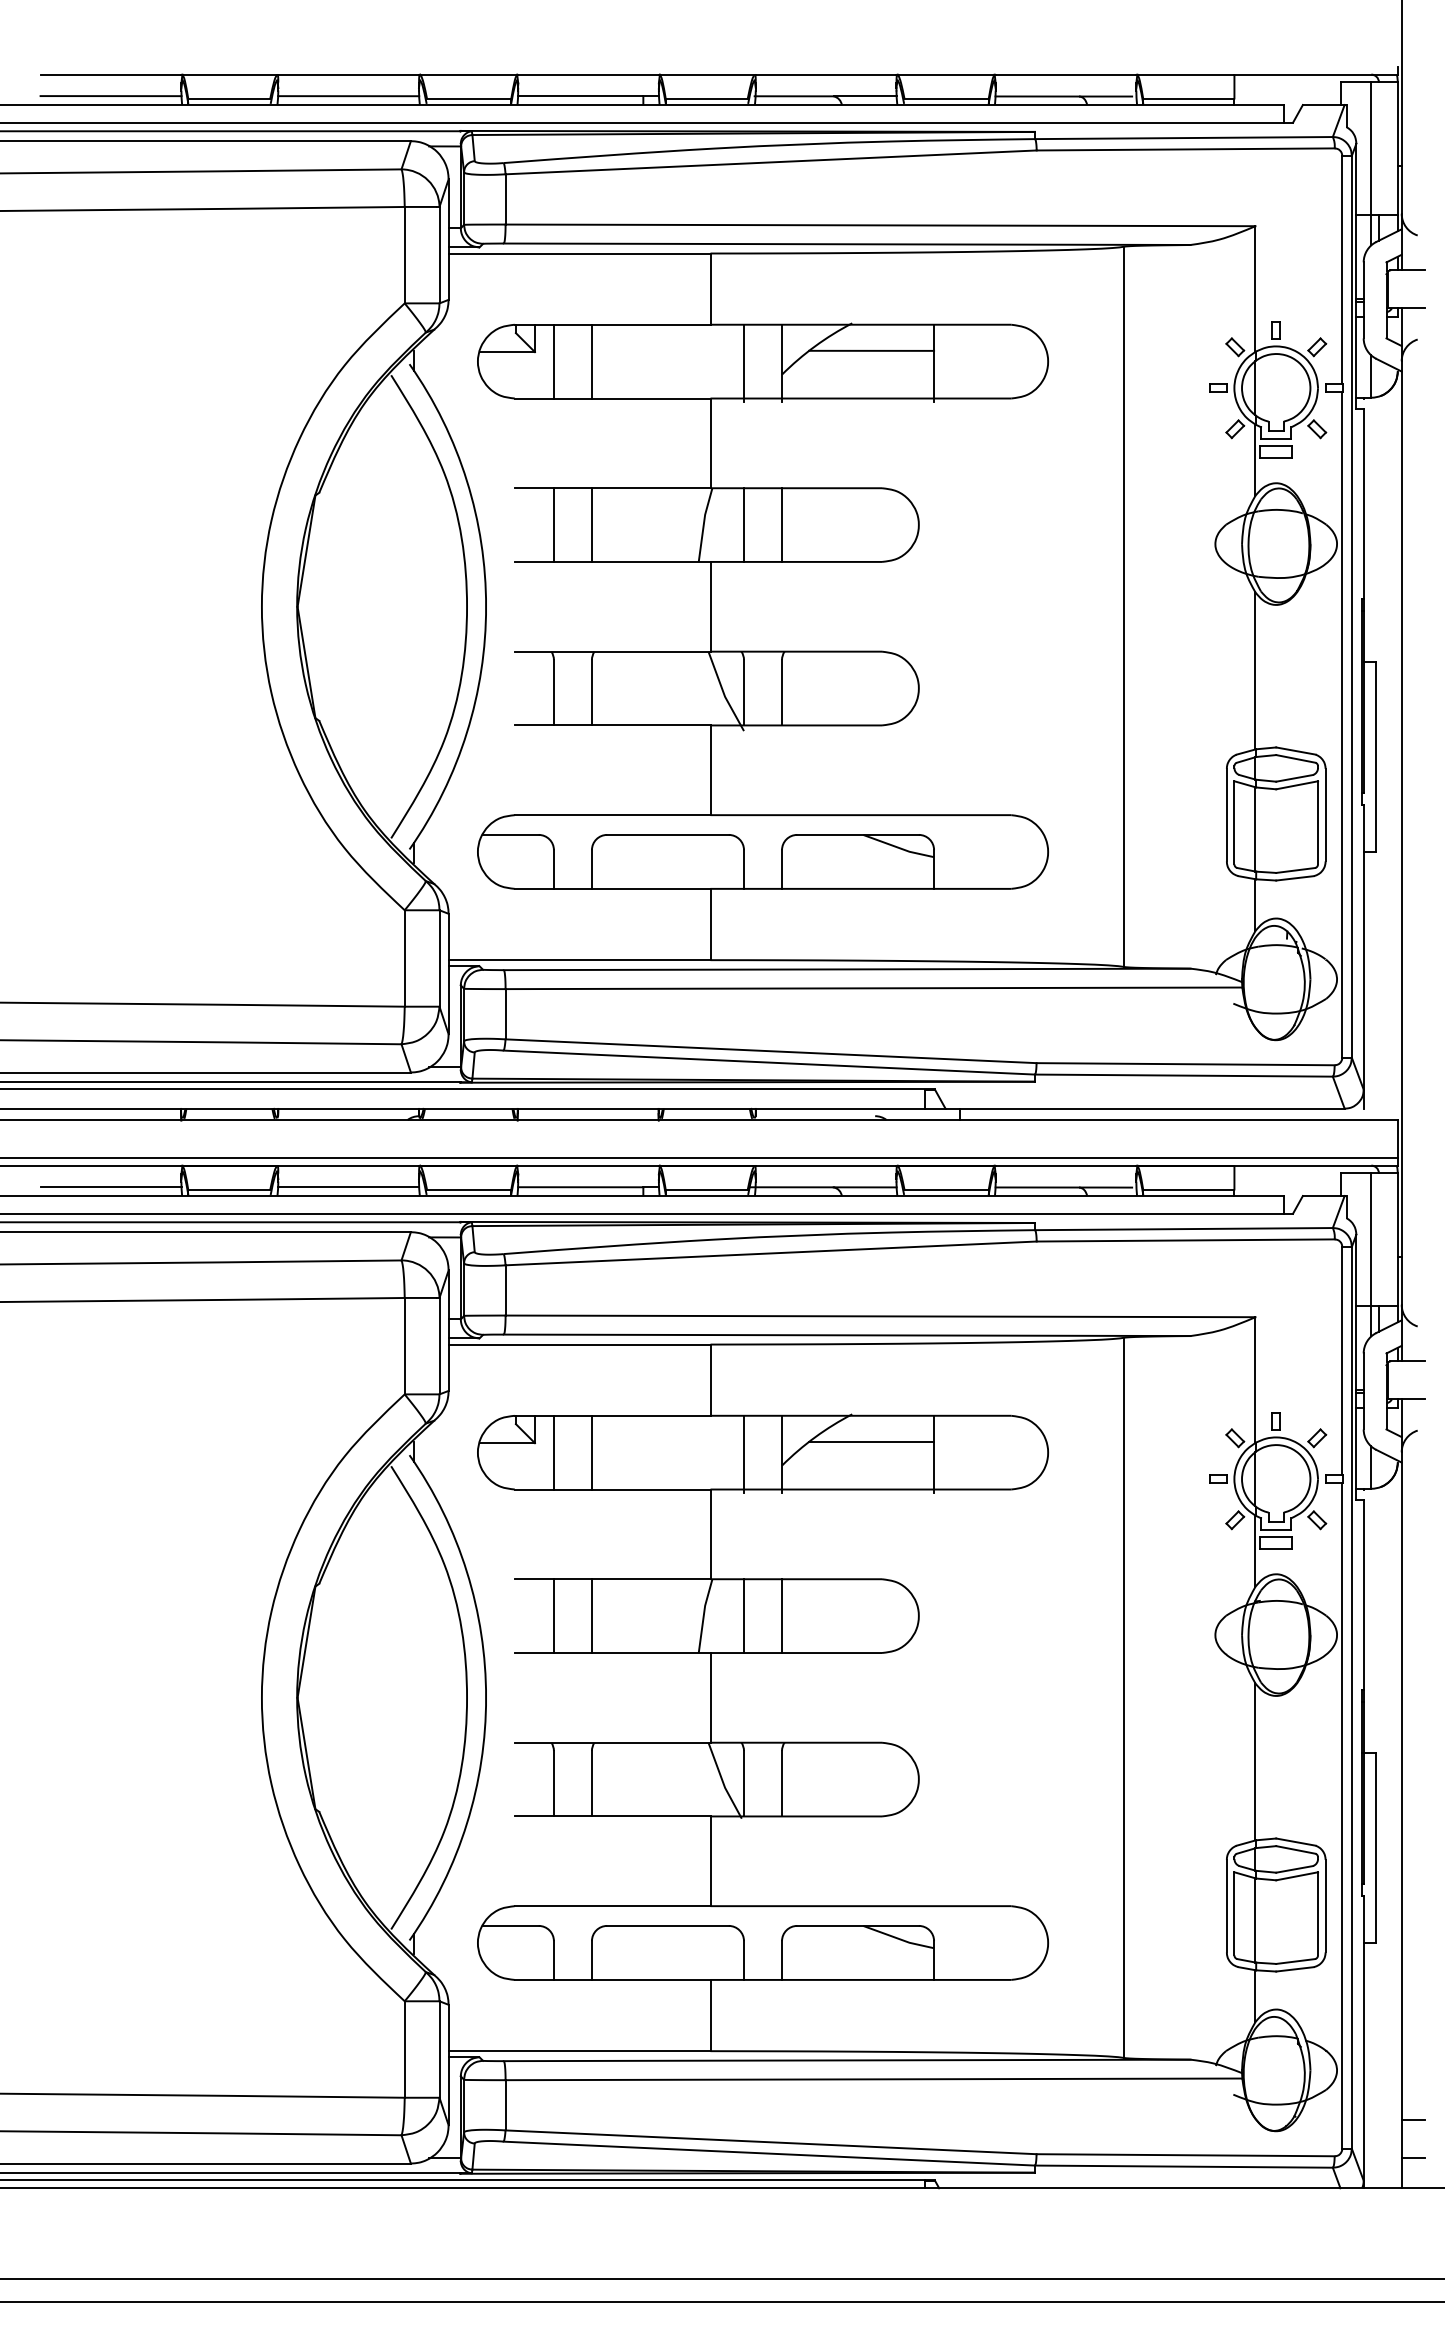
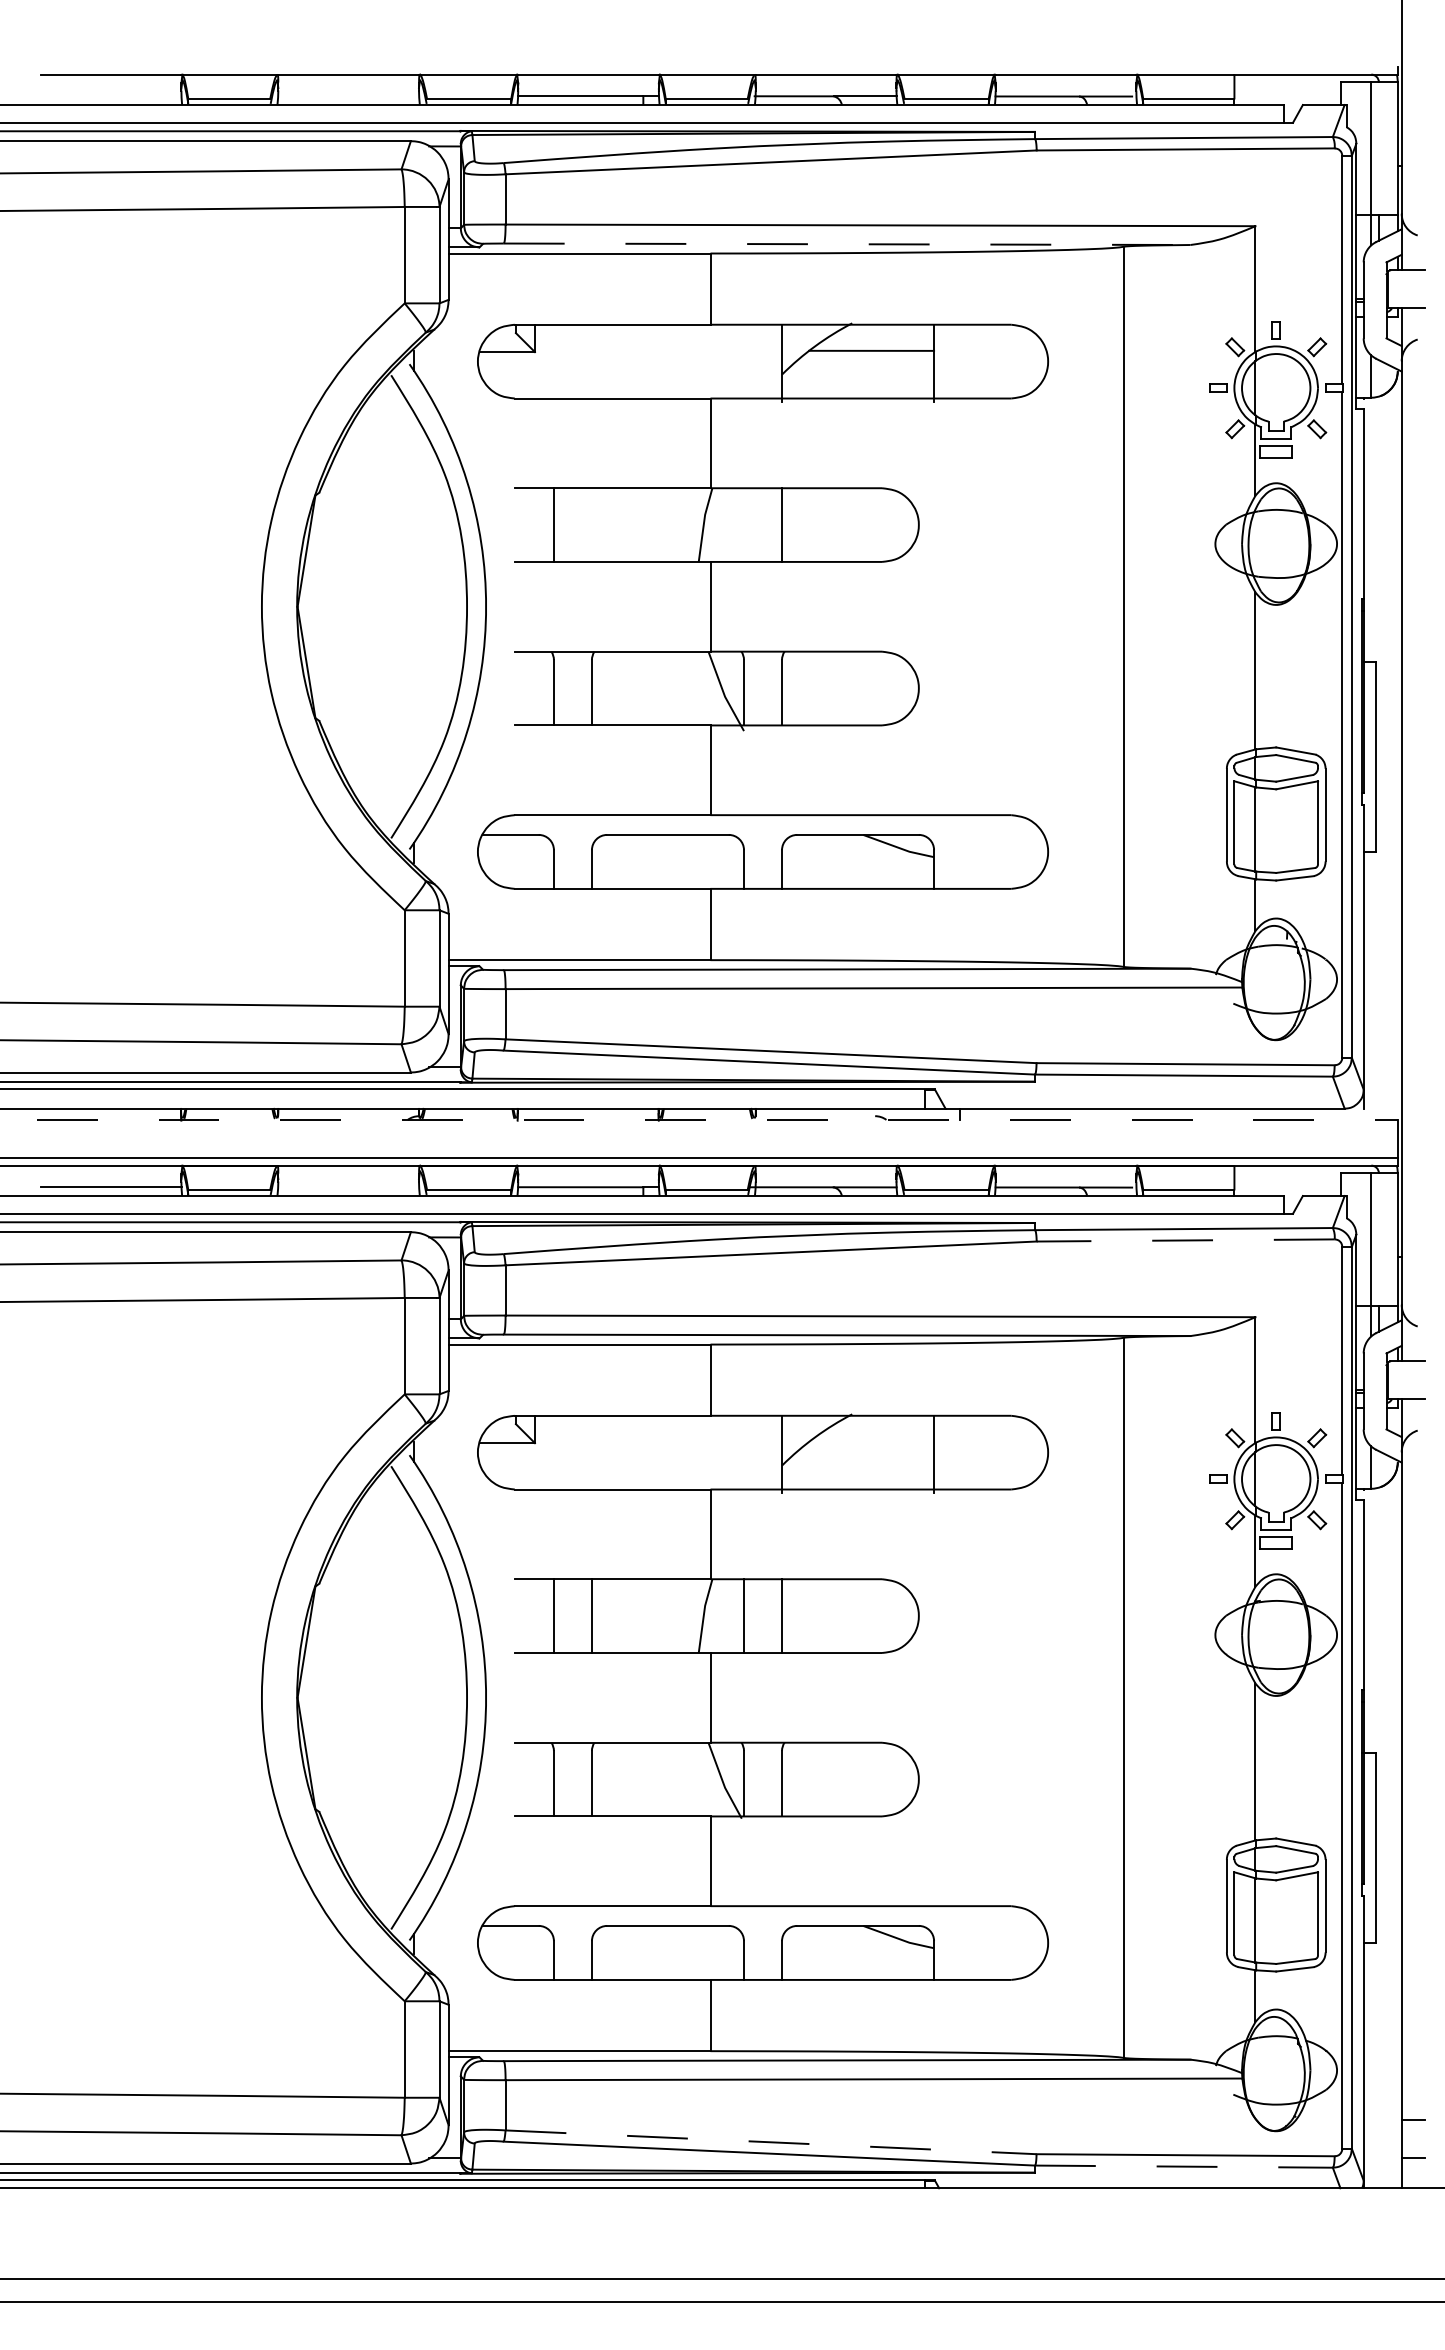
line at (110, 96): present -> none
line at (348, 96): present -> none
line at (847, 244): solid -> dashed
line at (553, 361): present -> none
line at (591, 361): present -> none
line at (744, 362): present -> none
line at (591, 524): present -> none
line at (744, 524): present -> none
line at (699, 1119): solid -> dashed
line at (348, 1187): present -> none
line at (1185, 1240): solid -> dashed
line at (871, 1441): present -> none
line at (553, 1452): present -> none
line at (591, 1452): present -> none
line at (744, 1453): present -> none
line at (771, 2142): solid -> dashed
line at (1183, 2166): solid -> dashed
